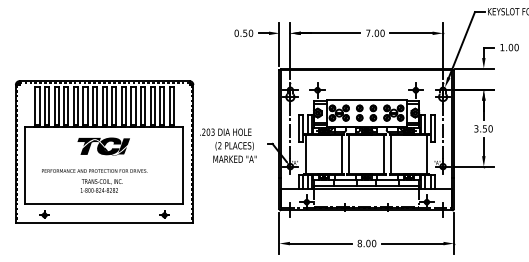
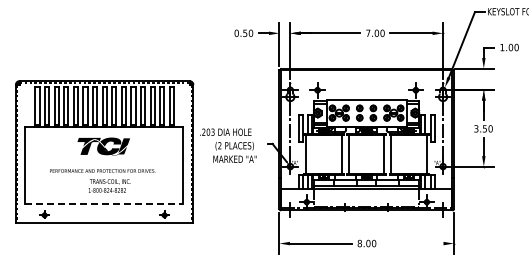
text at (94, 180) position: (94, 180) -> (102, 180)
line at (104, 203): solid -> dashed
line at (412, 243): present -> none
